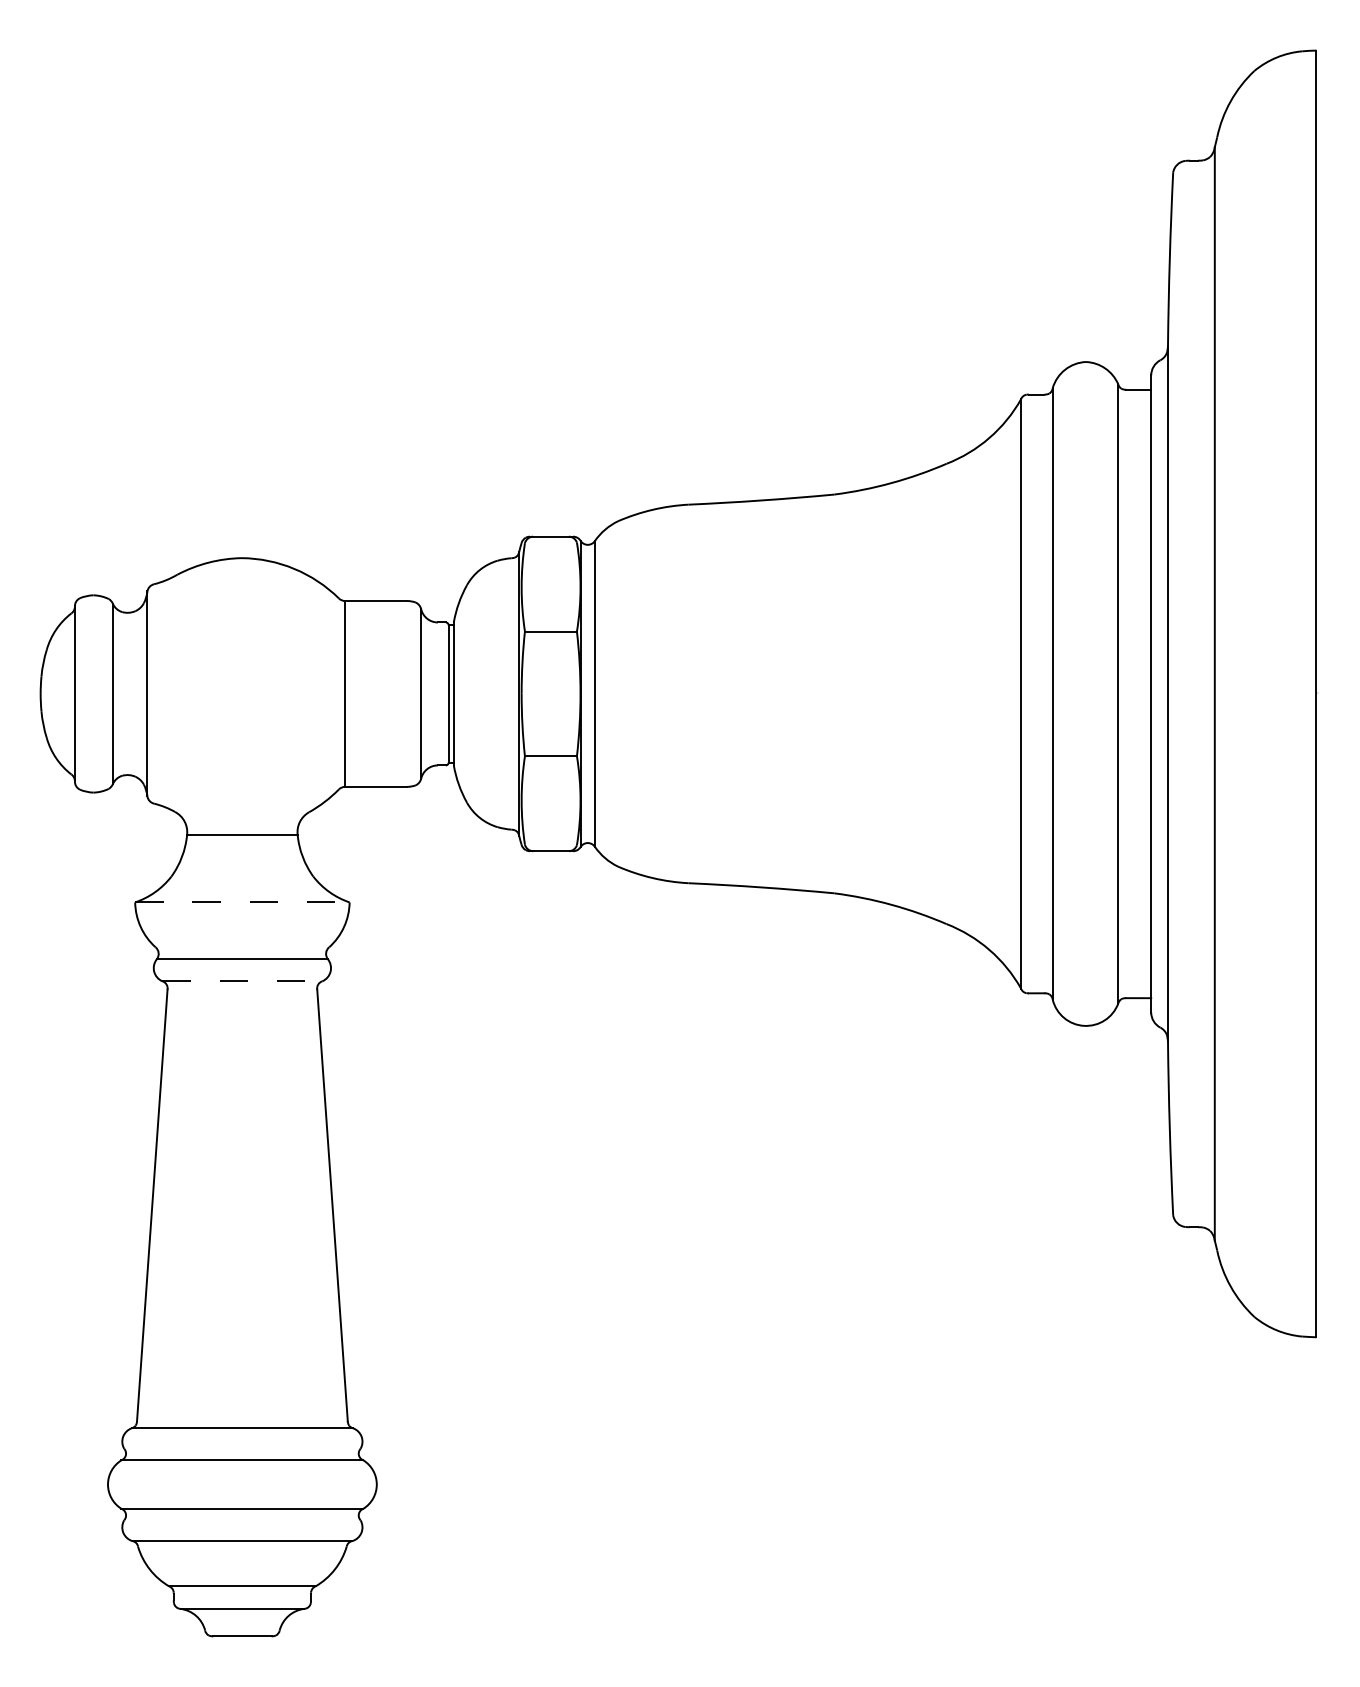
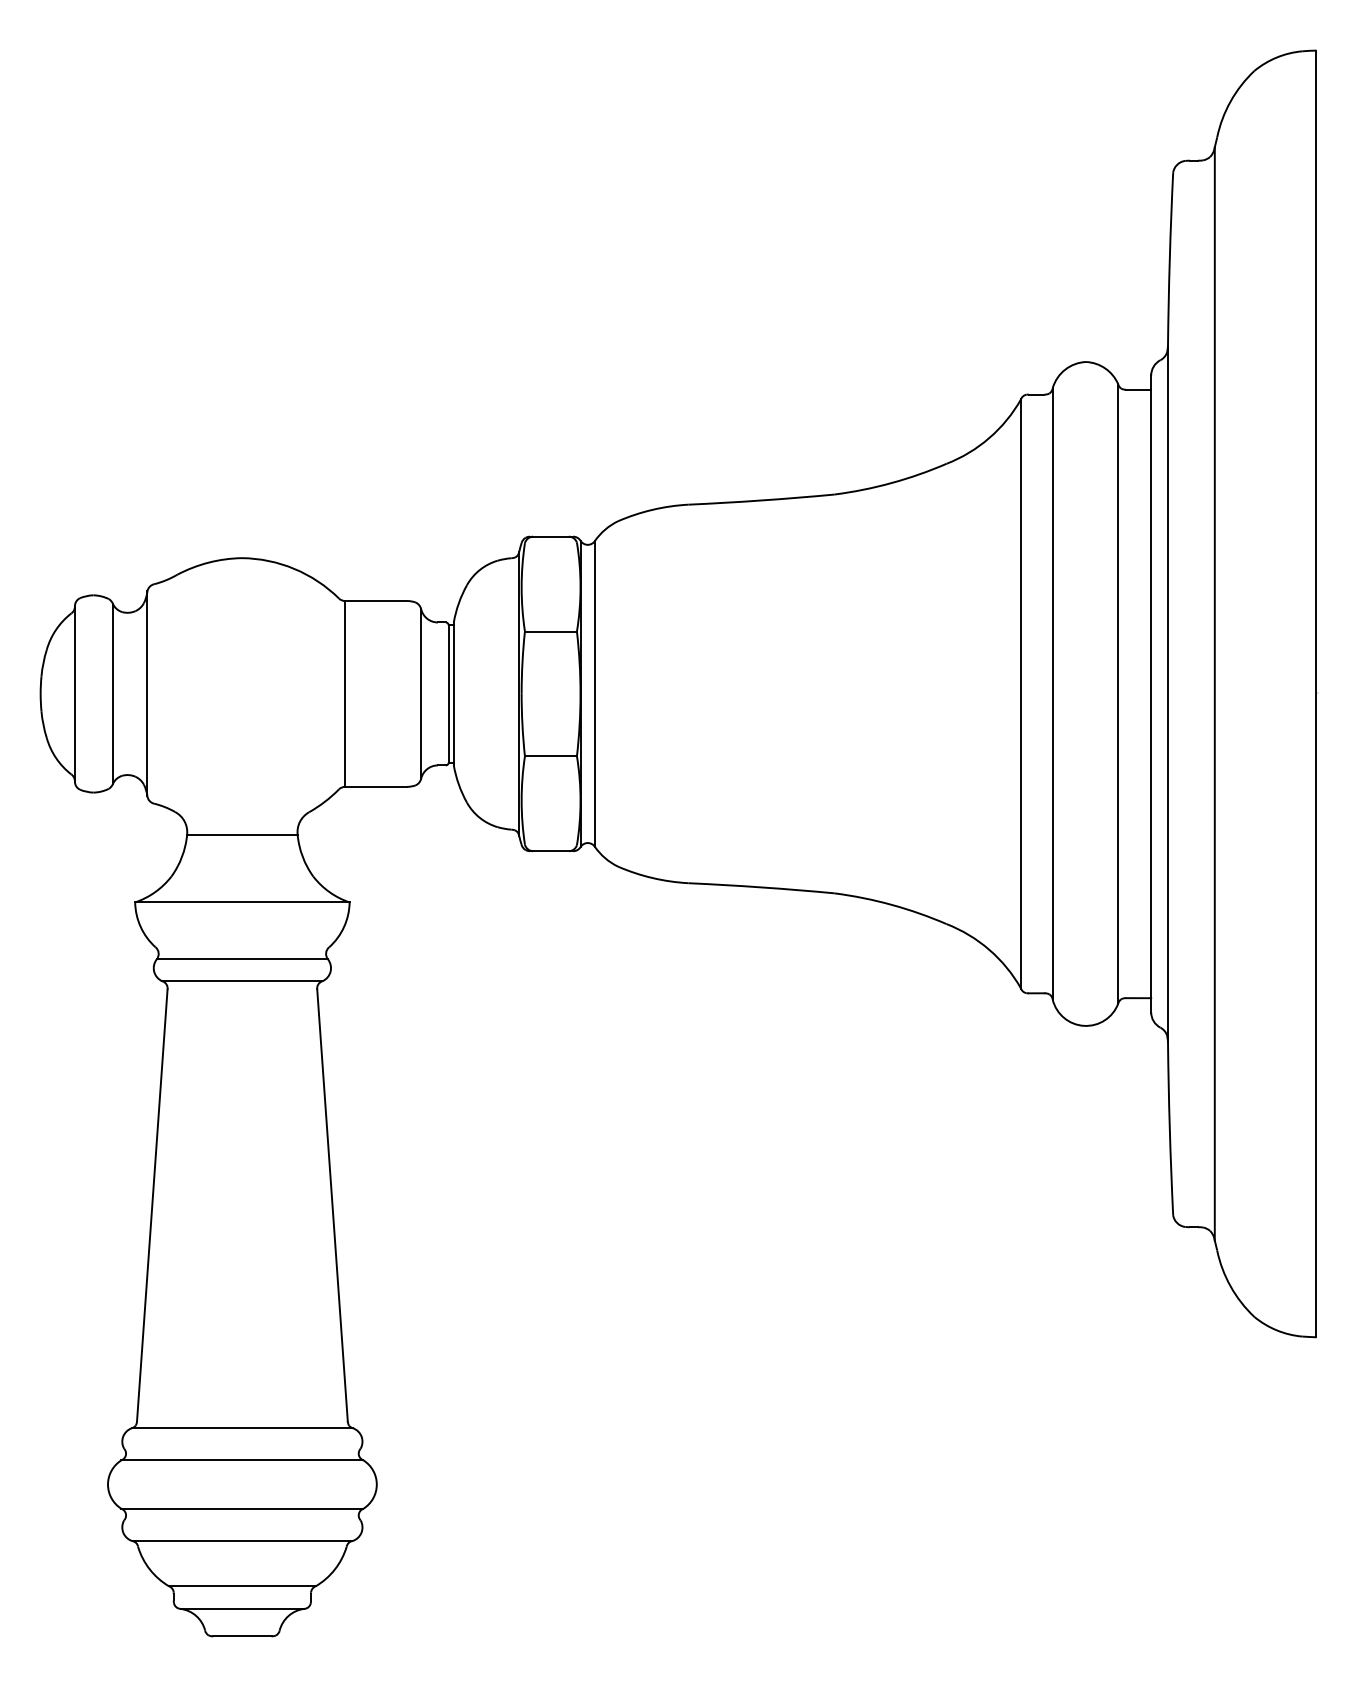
line at (242, 902): dashed -> solid
line at (242, 981): dashed -> solid
